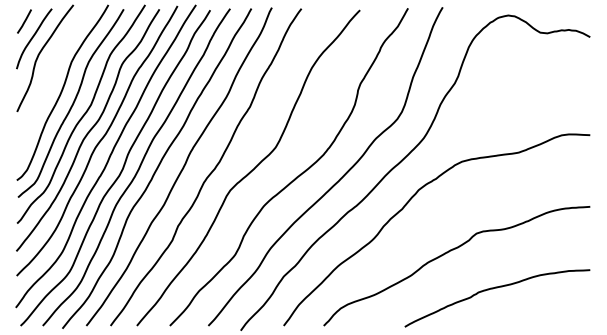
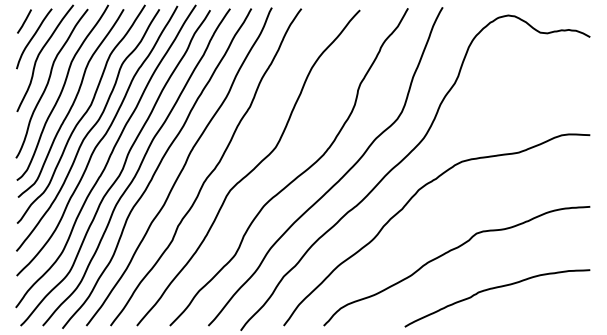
curve at (49, 81): none -> present
